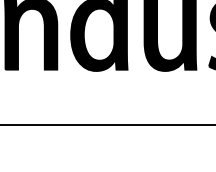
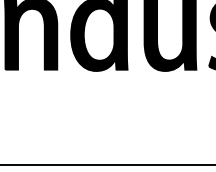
line at (107, 125) position: (107, 125) -> (107, 165)
